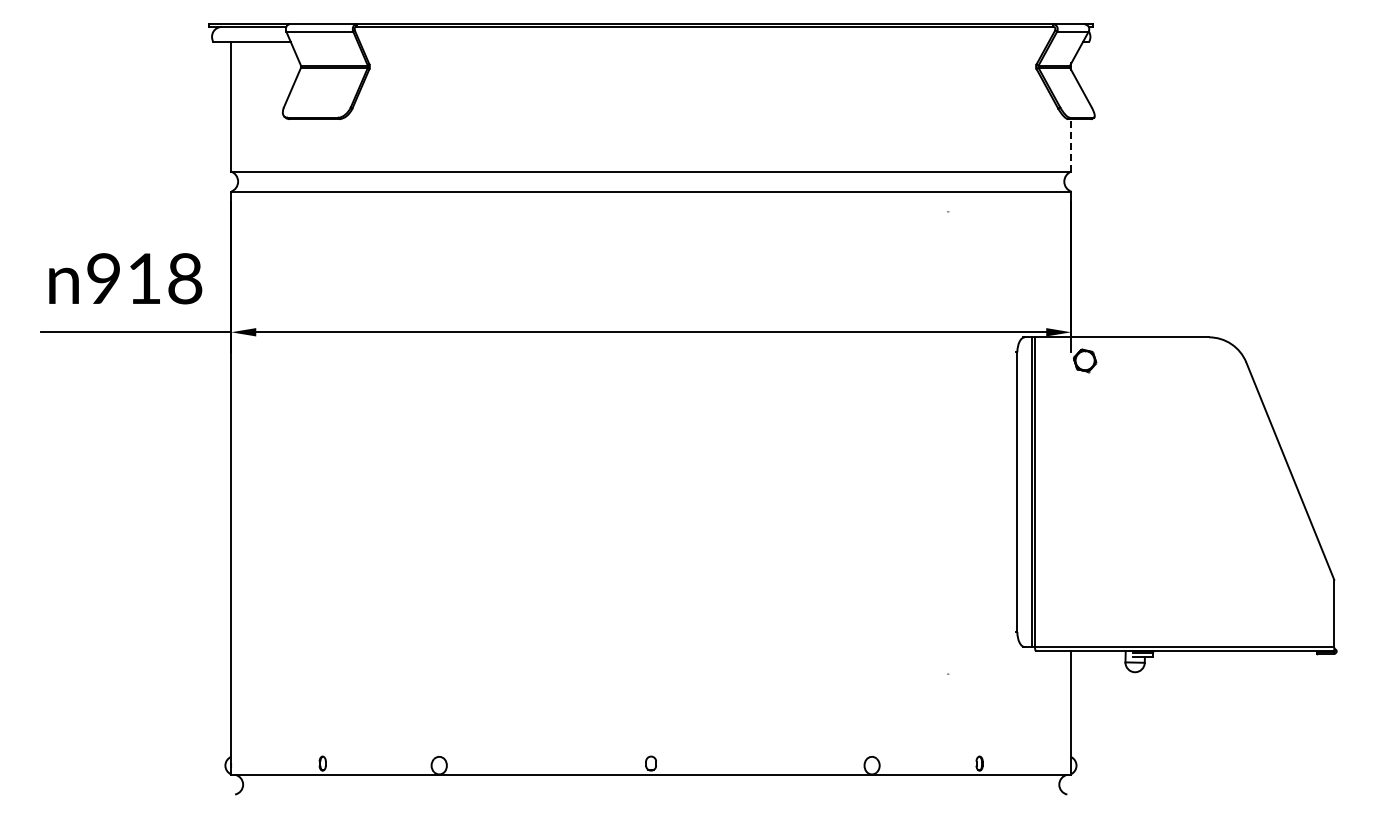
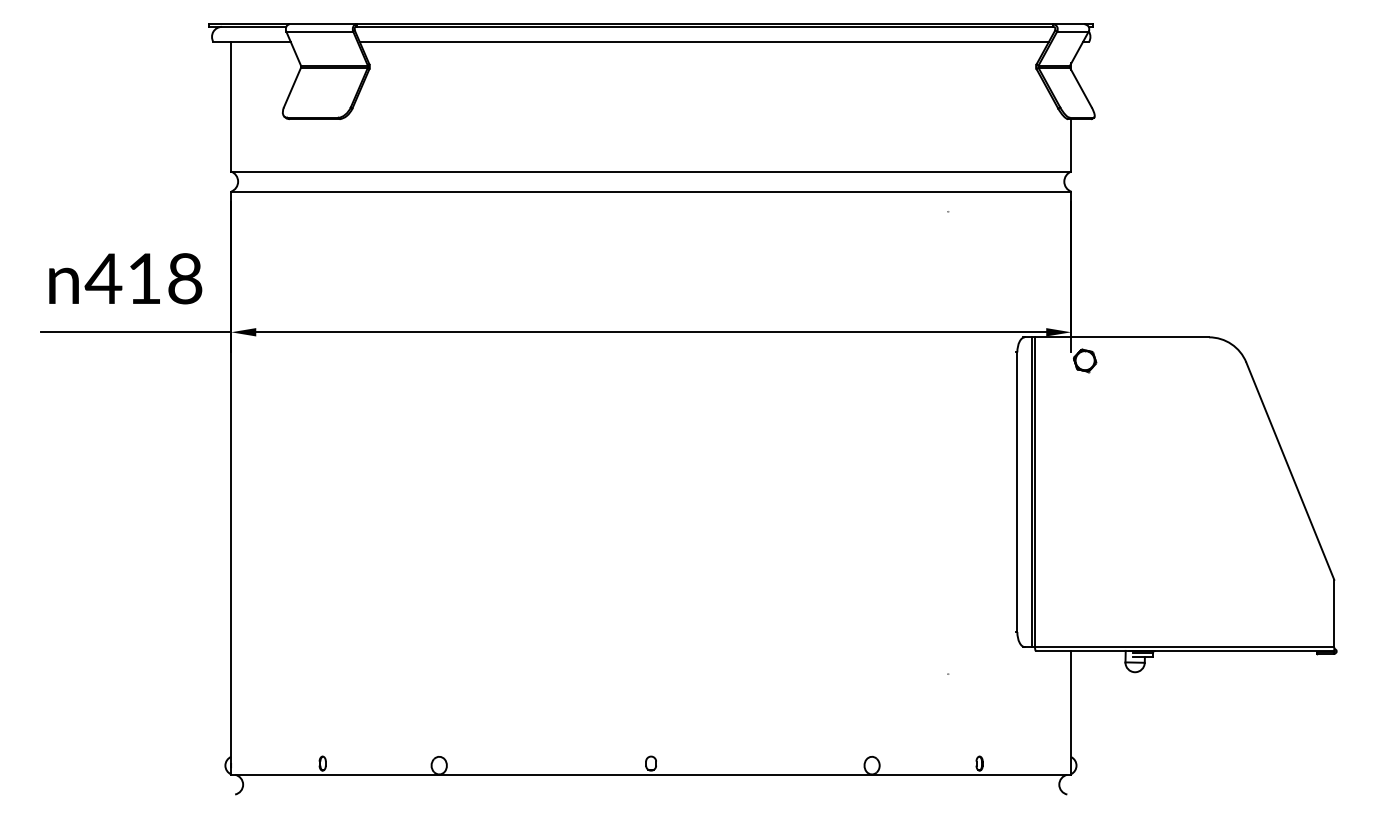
line at (703, 41): none -> present
line at (1071, 144): dashed -> solid
text at (103, 278): 918 -> 418
